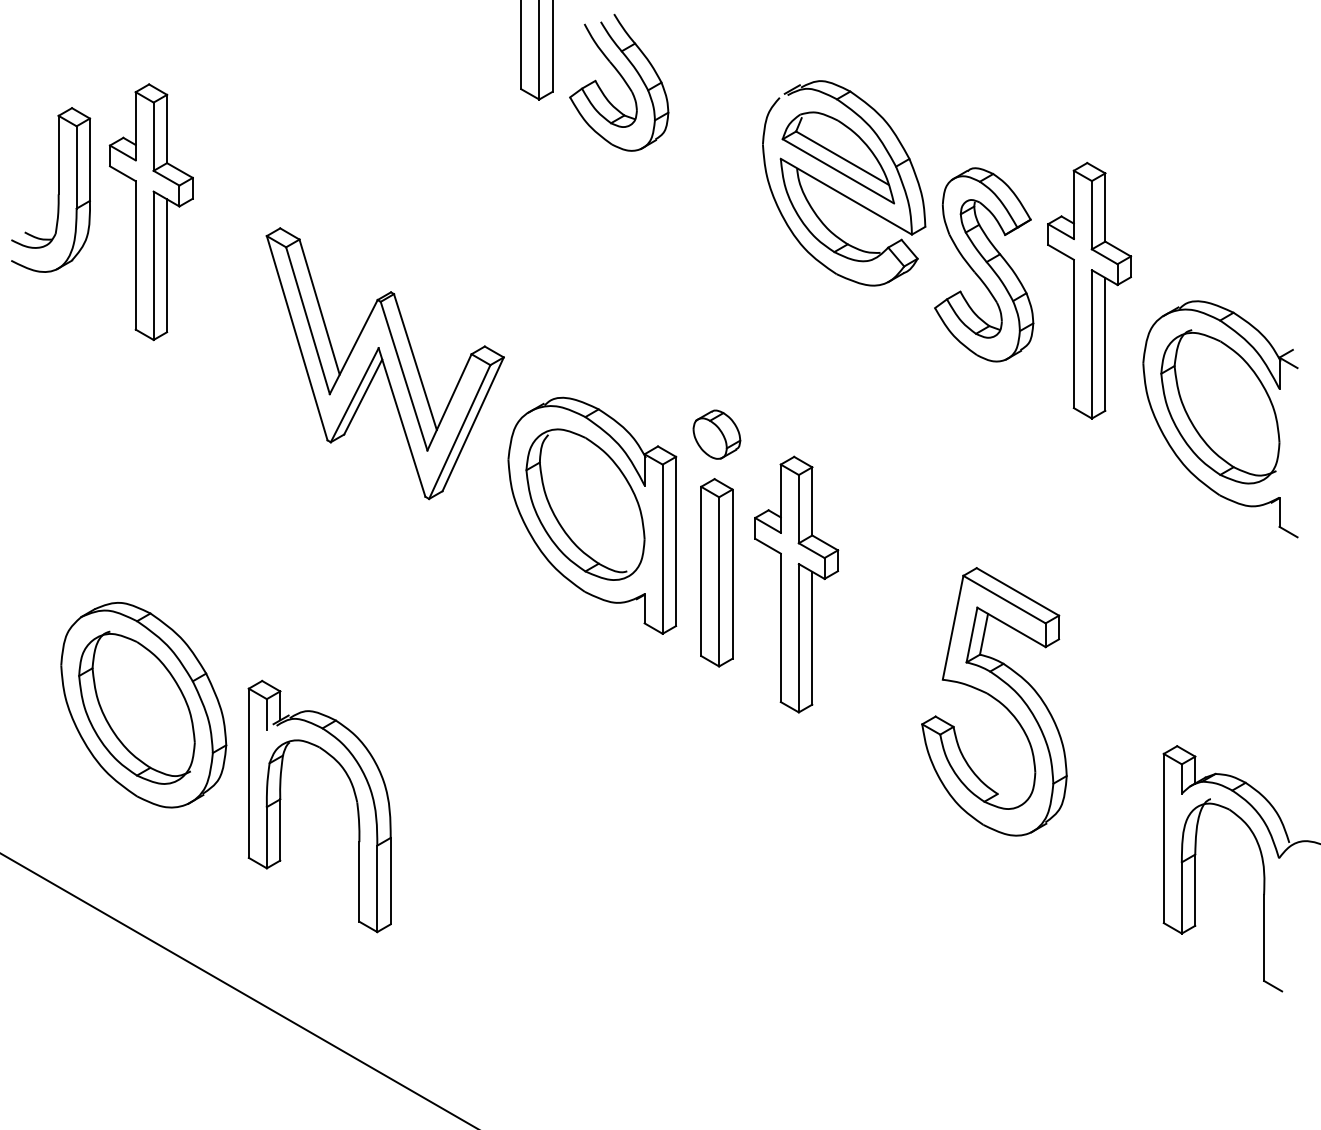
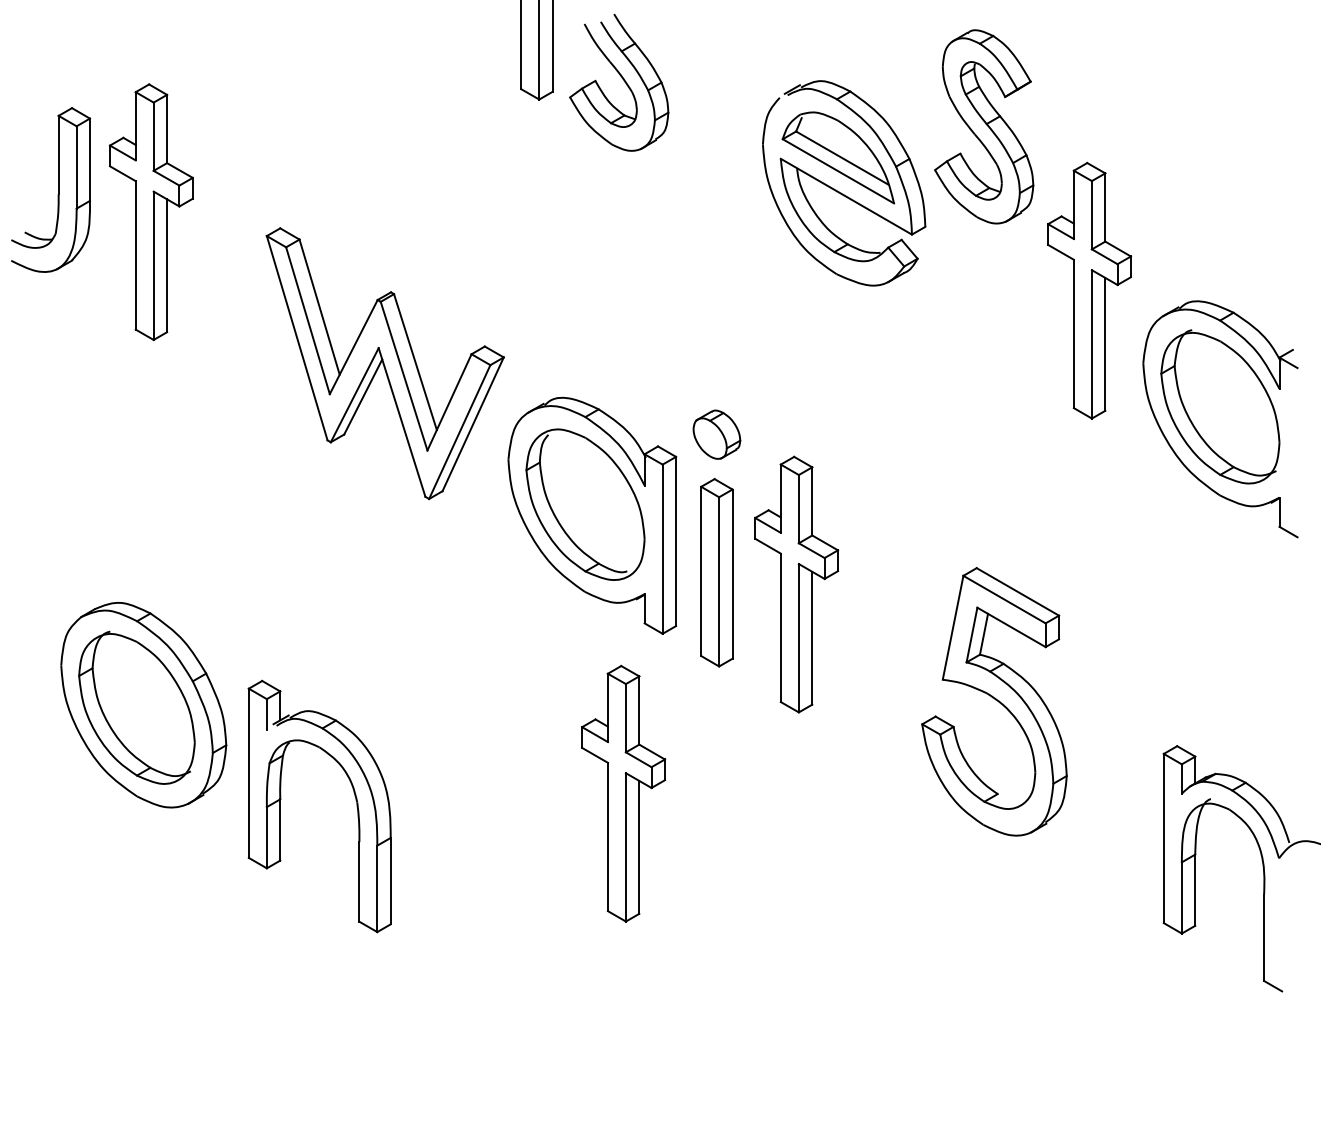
part at (984, 264) position: (984, 264) -> (984, 126)
part at (623, 793): none -> present
line at (237, 990): present -> none
